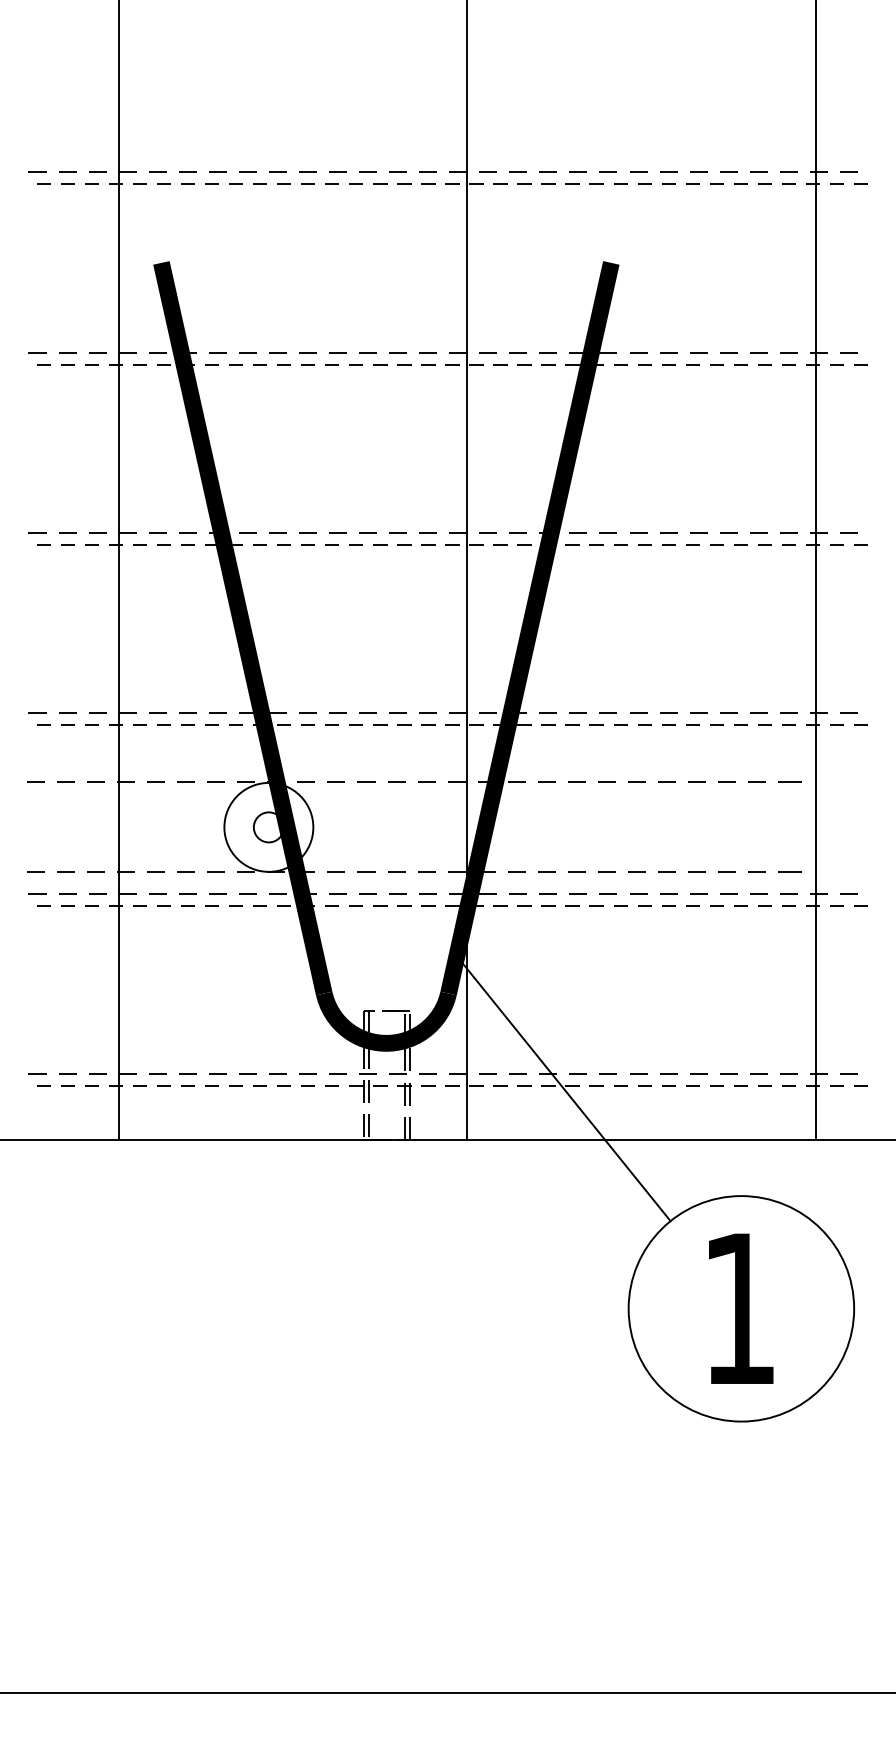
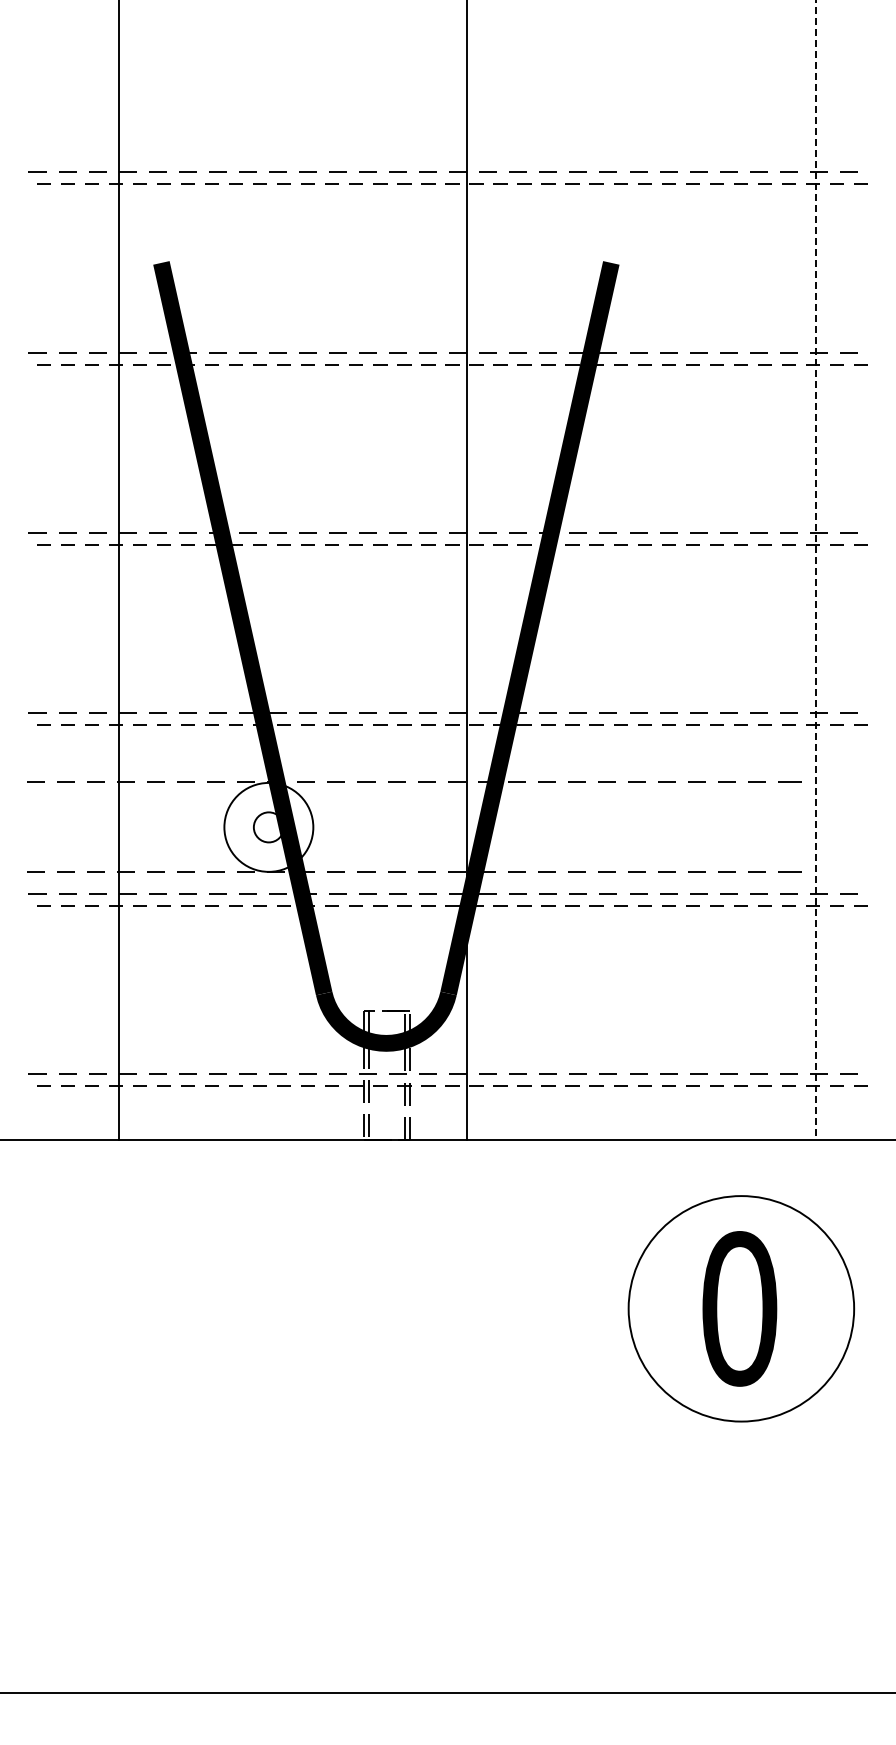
line at (815, 570): solid -> dashed
line at (563, 1088): present -> none
text at (739, 1308): 1 -> 0
